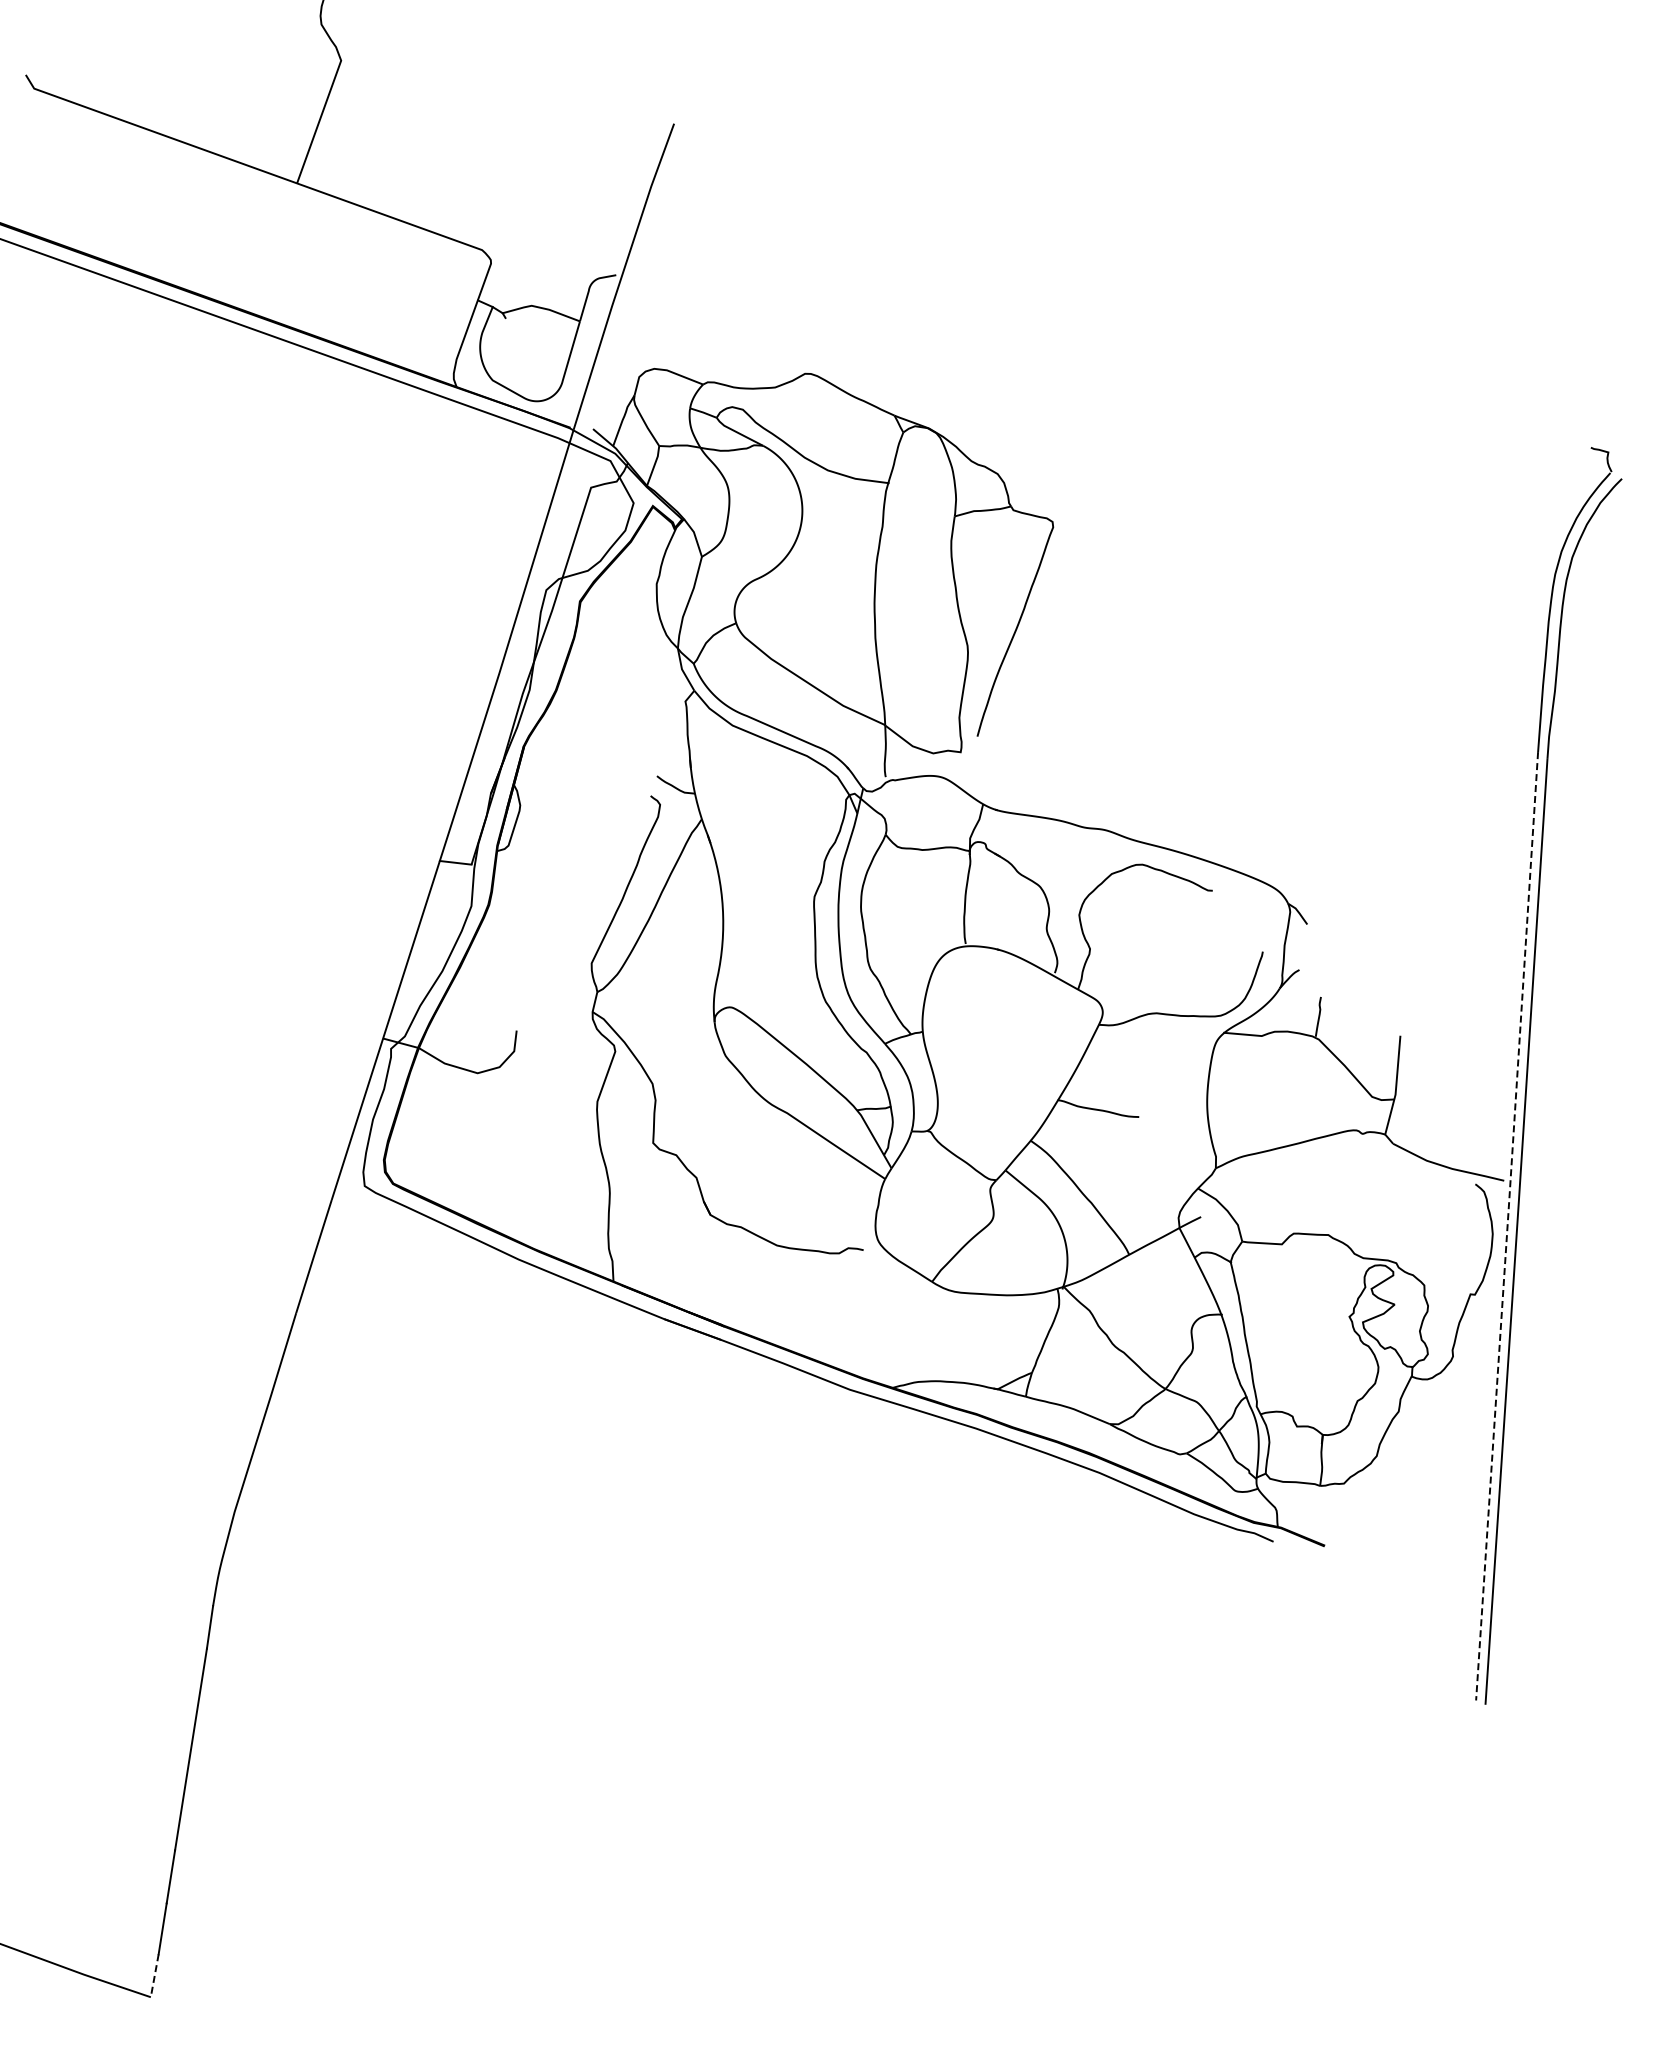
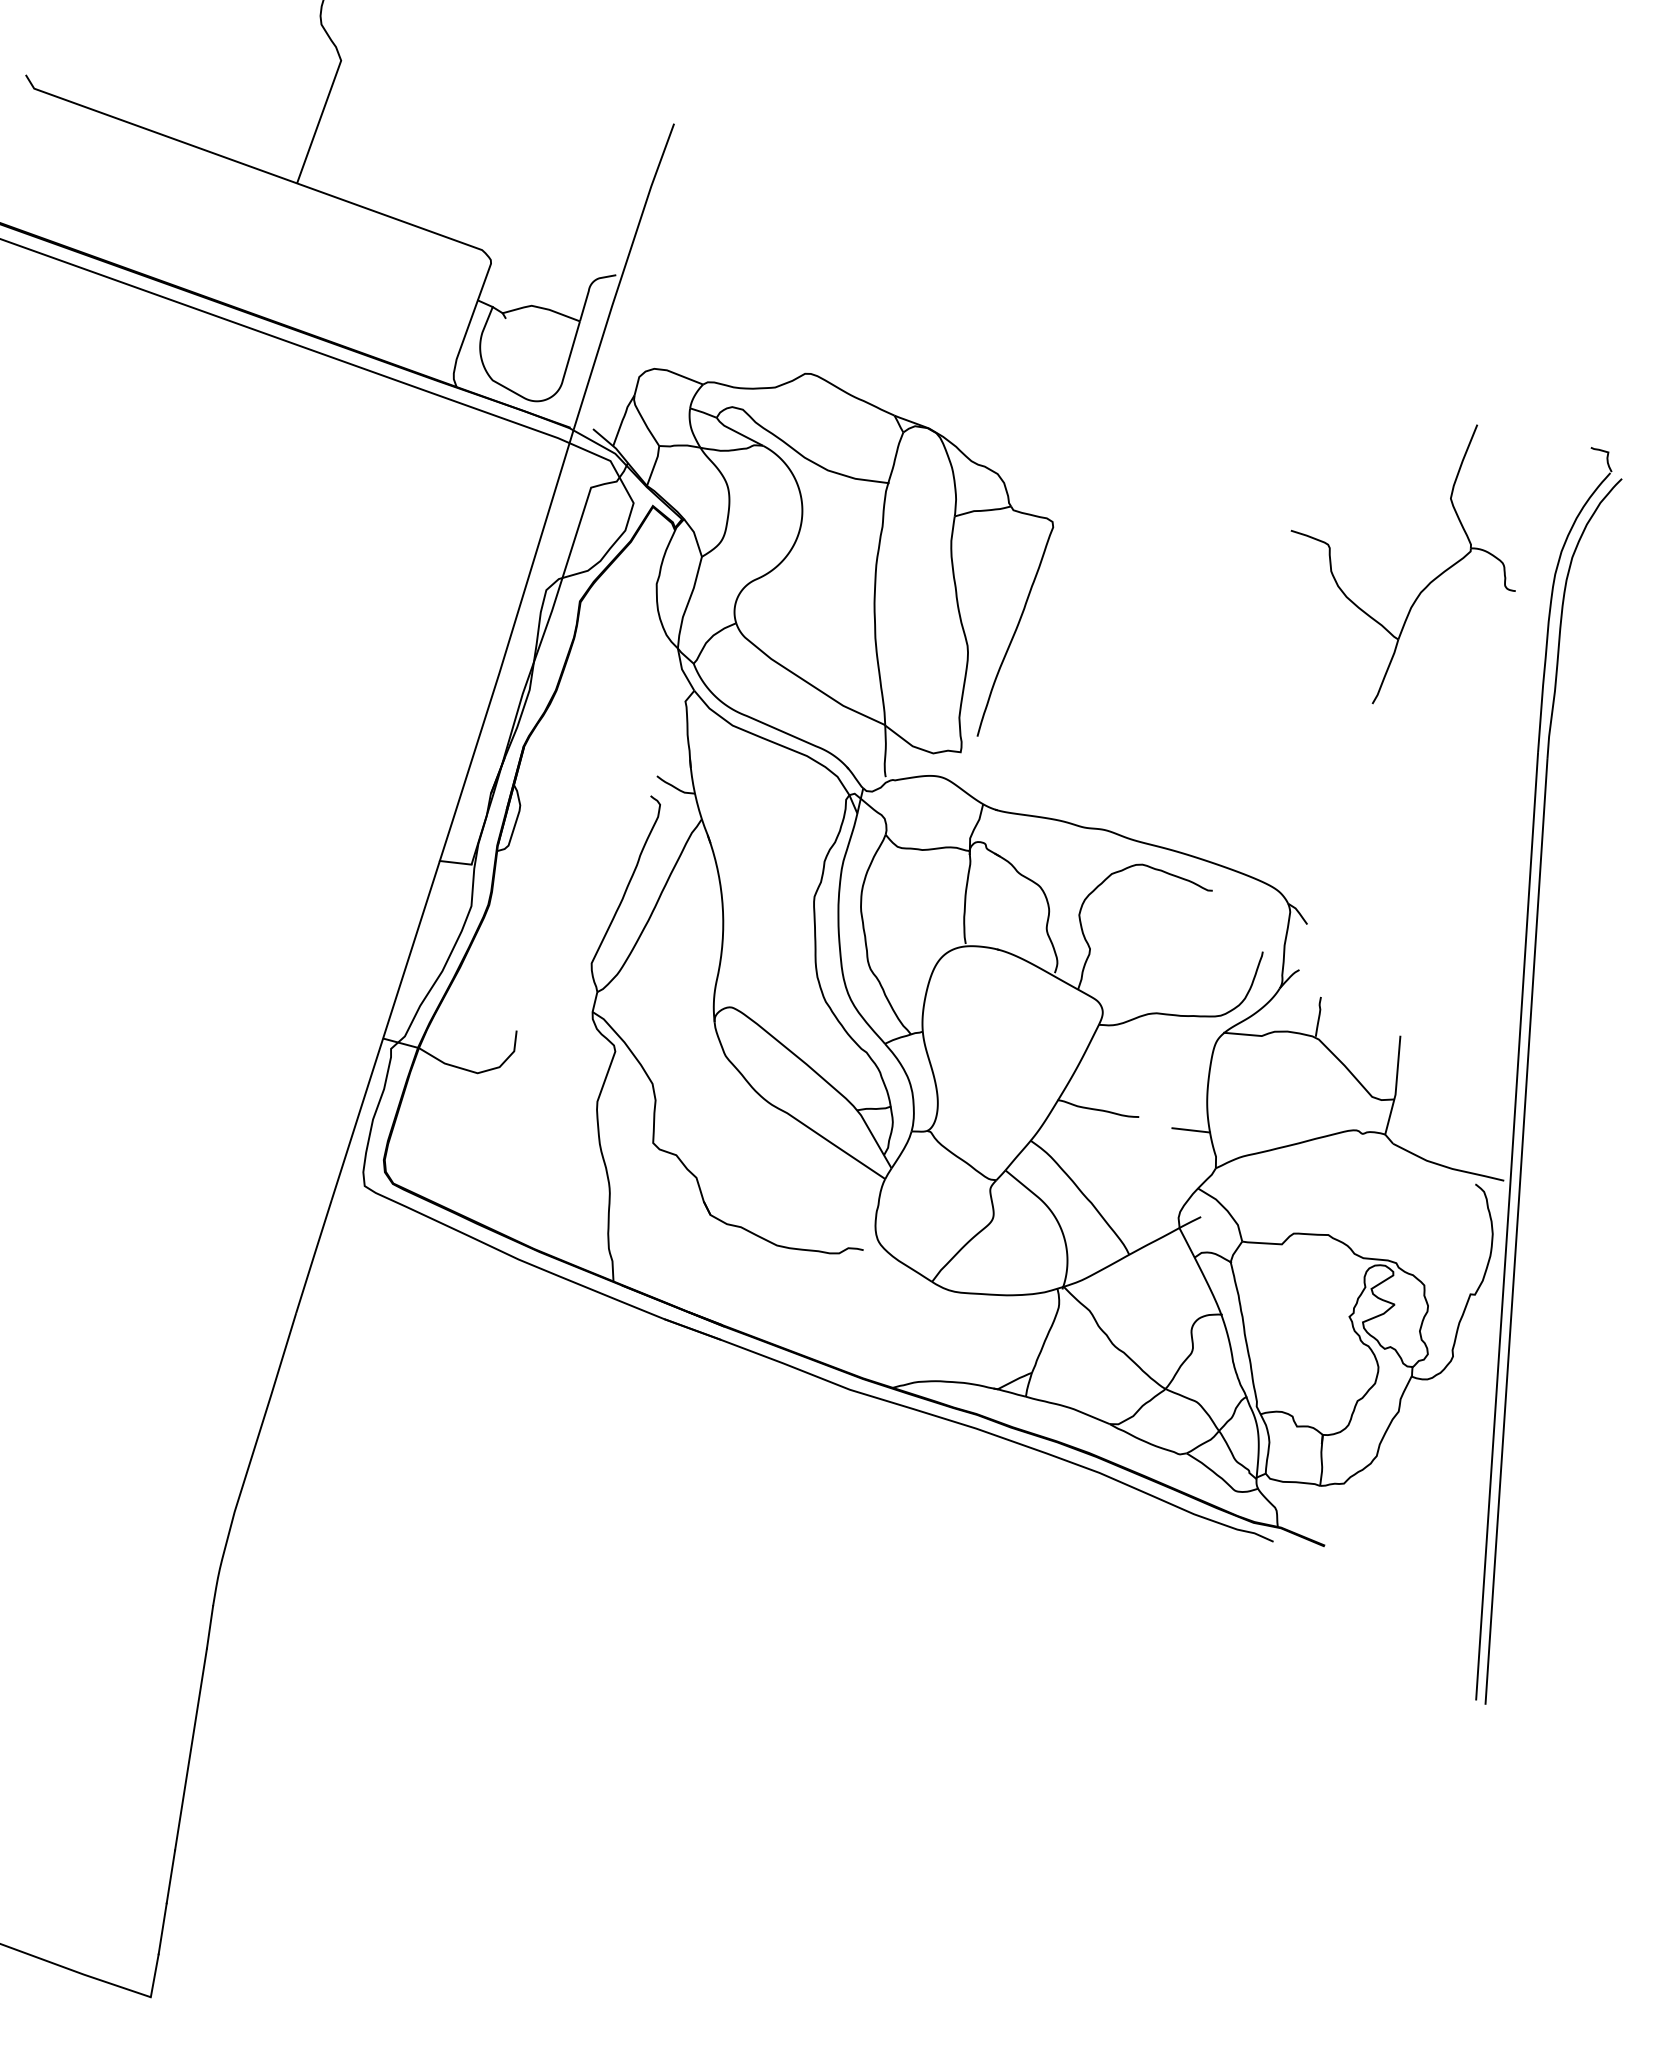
part at (1425, 586): none -> present
line at (1191, 1130): none -> present
line at (1507, 1225): dashed -> solid
line at (154, 1975): dashed -> solid
